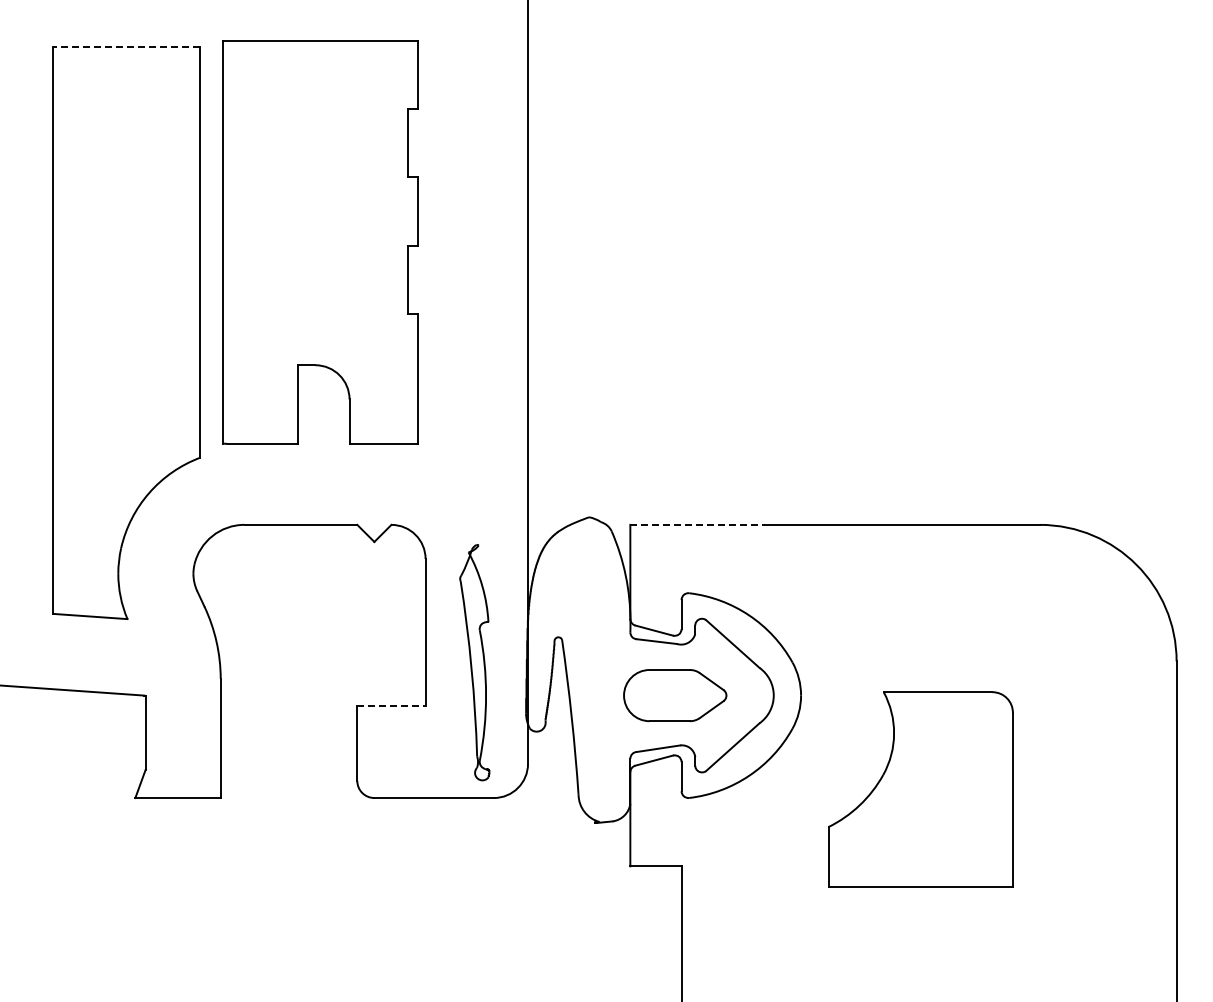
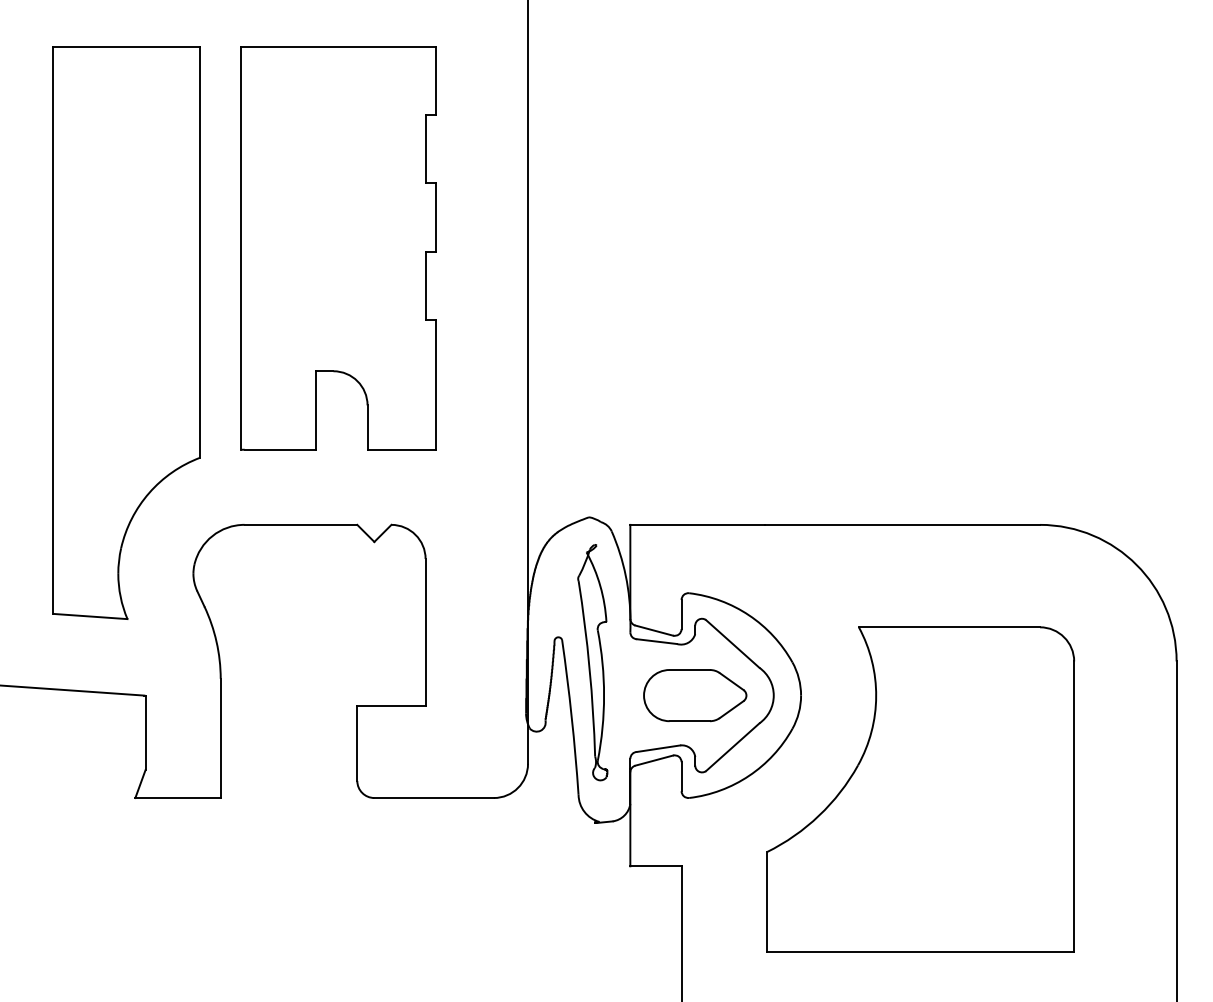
line at (126, 46): dashed -> solid
part at (320, 242) position: (320, 242) -> (338, 248)
line at (697, 524): dashed -> solid
part at (474, 662) position: (474, 662) -> (592, 662)
part at (675, 695) position: (675, 695) -> (695, 695)
line at (391, 705): dashed -> solid
part at (920, 789) size: 186x197 px -> 310x327 px
